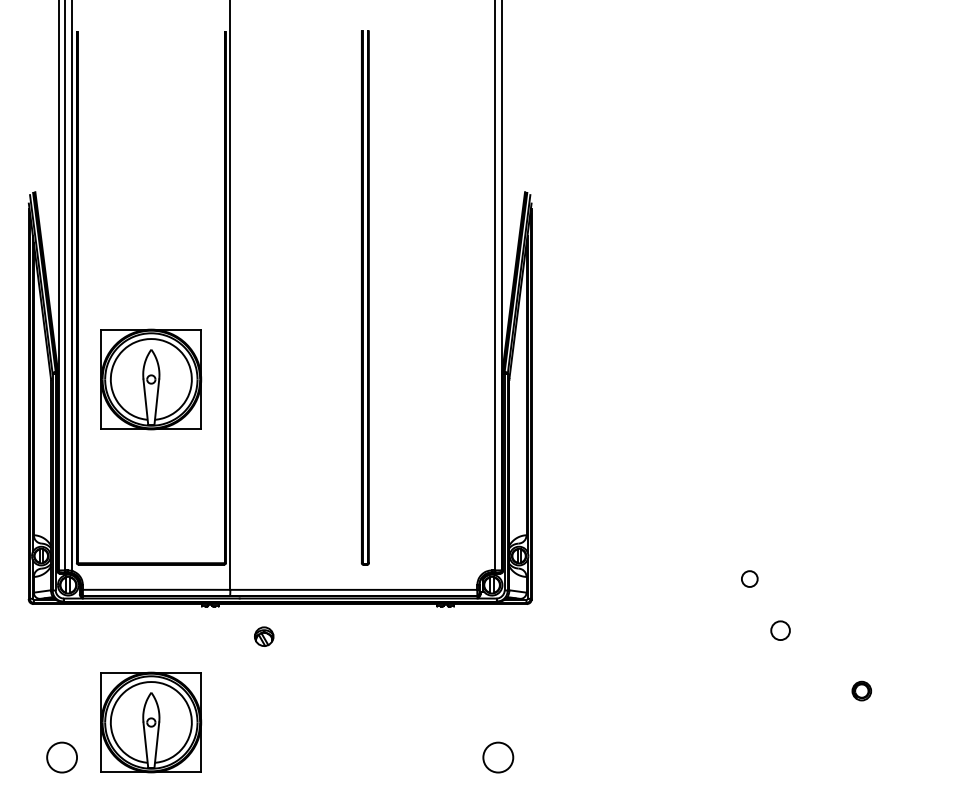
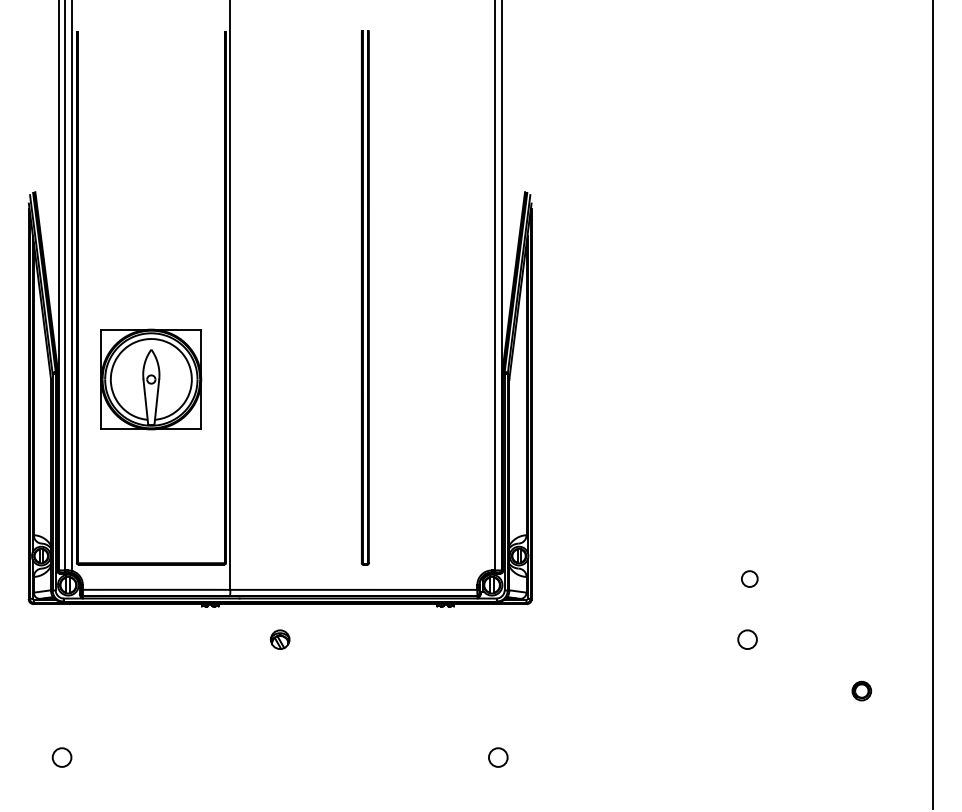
line at (933, 405): none -> present
circle at (780, 630) position: (780, 630) -> (747, 639)
part at (264, 636) position: (264, 636) -> (280, 639)
part at (151, 722): present -> none
circle at (62, 757) diameter: 30 px -> 19 px
circle at (498, 757) diameter: 30 px -> 19 px
